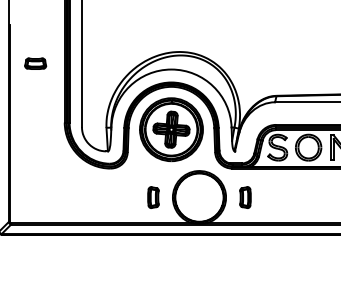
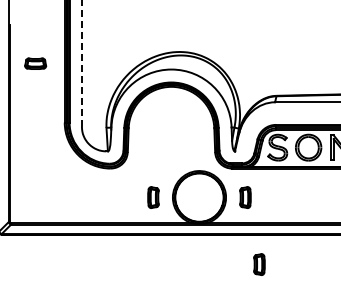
line at (81, 63): solid -> dashed
part at (171, 129): present -> none
part at (259, 264): none -> present
